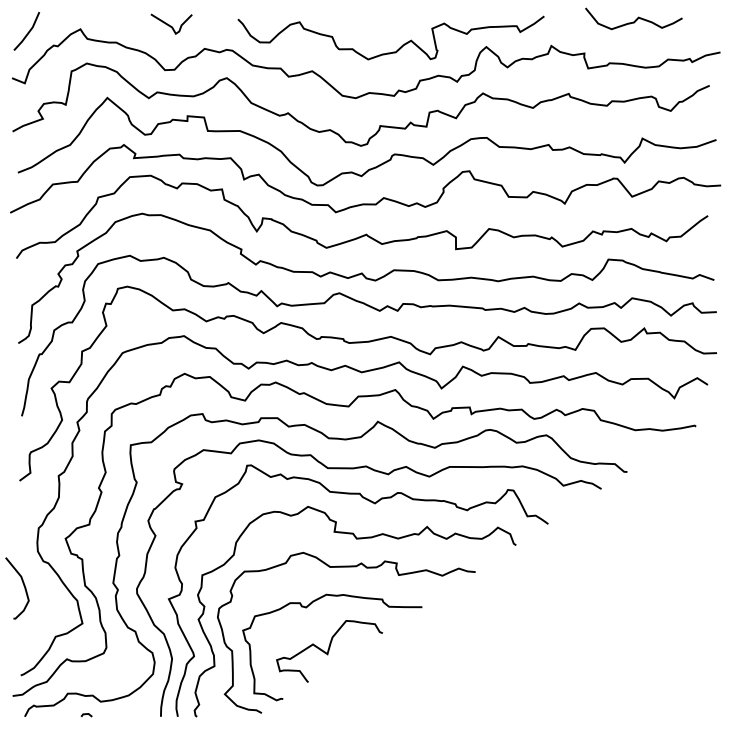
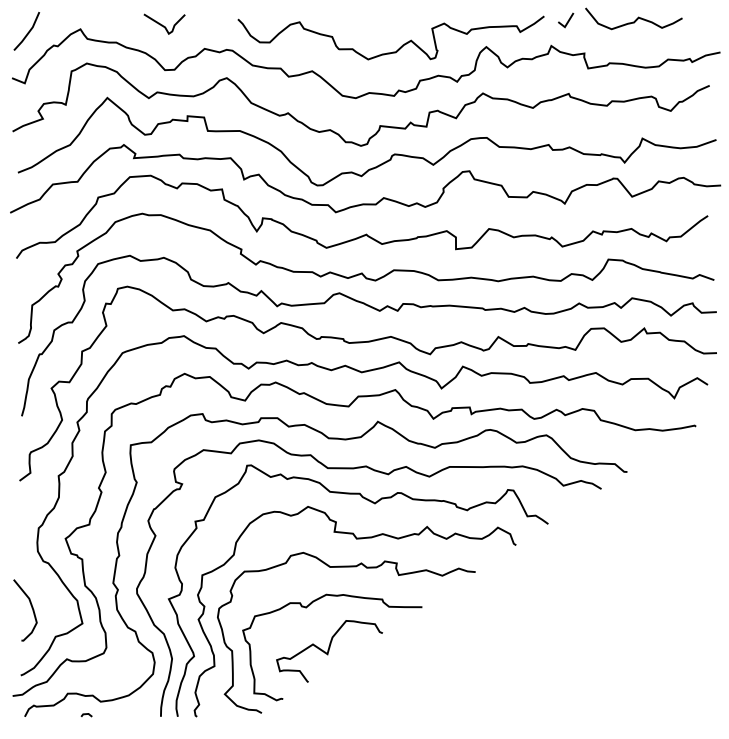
line at (567, 20): none -> present
curve at (171, 25) position: (171, 25) -> (164, 25)
curve at (23, 586) position: (23, 586) -> (31, 608)
